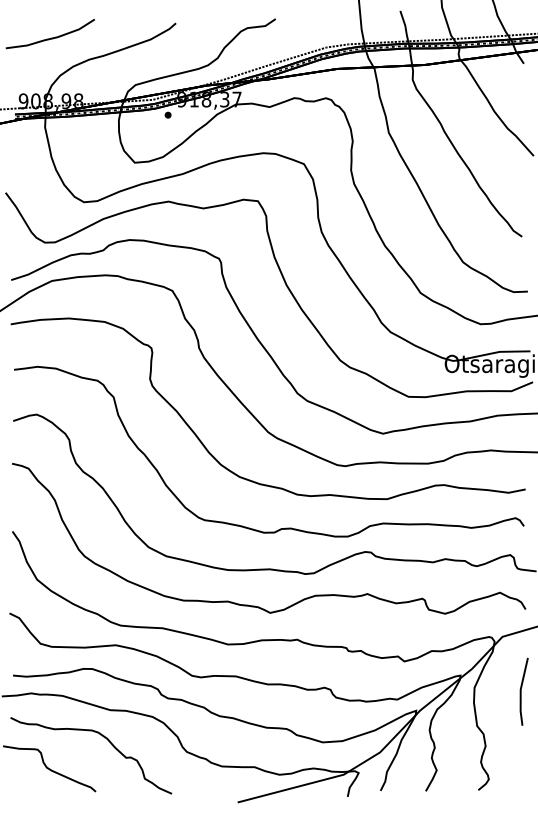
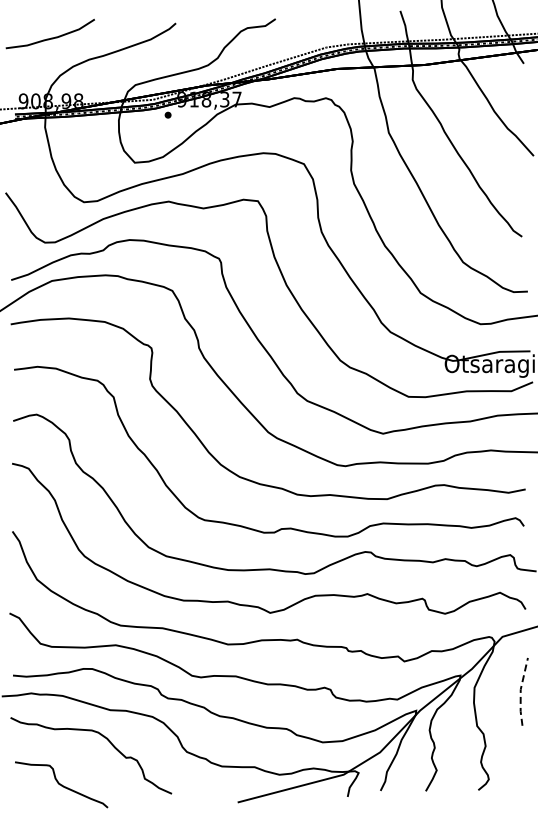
line at (520, 691): solid -> dashed
curve at (49, 768) position: (49, 768) -> (61, 784)
